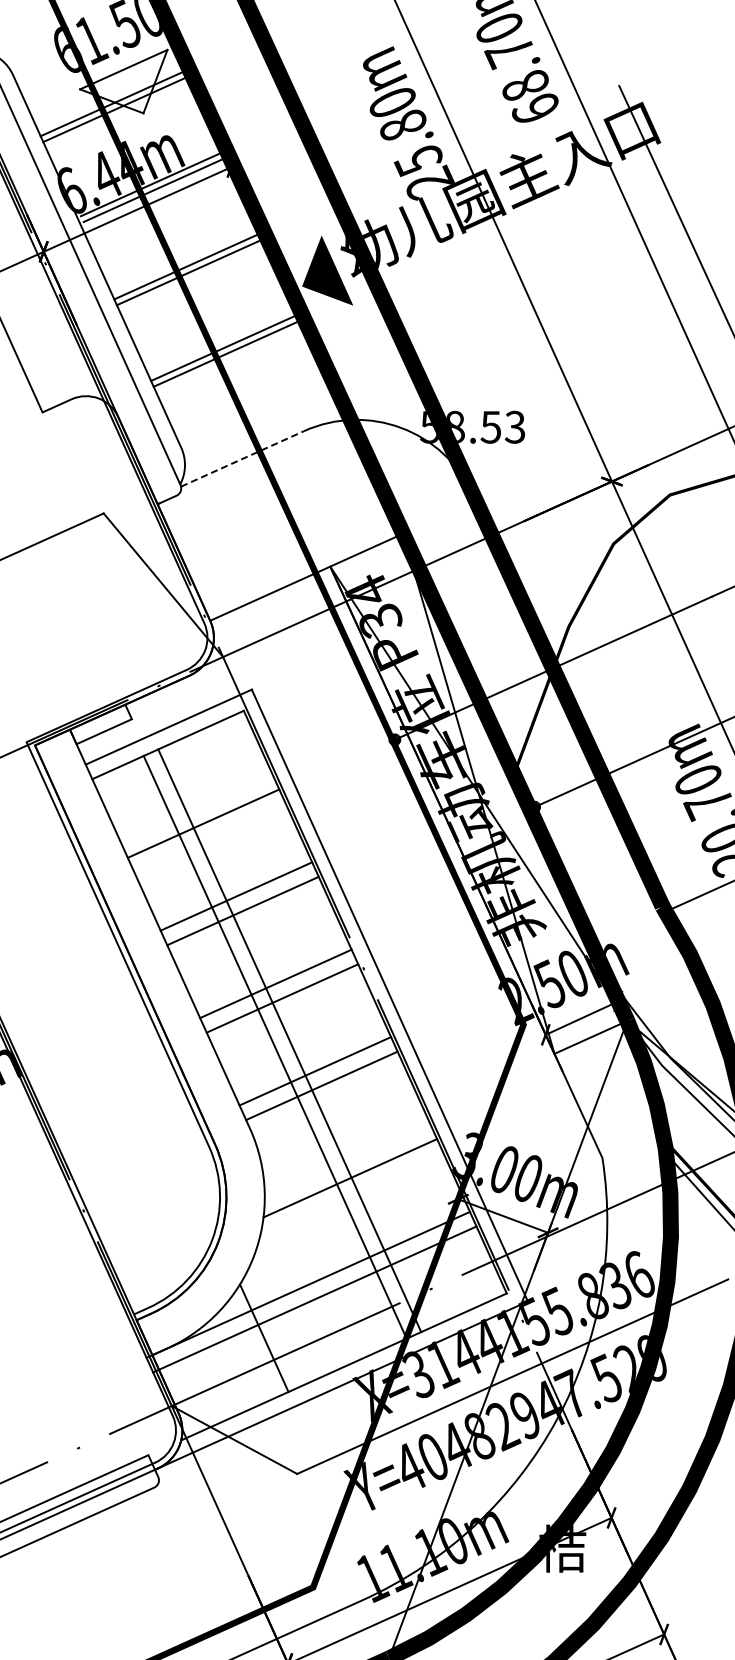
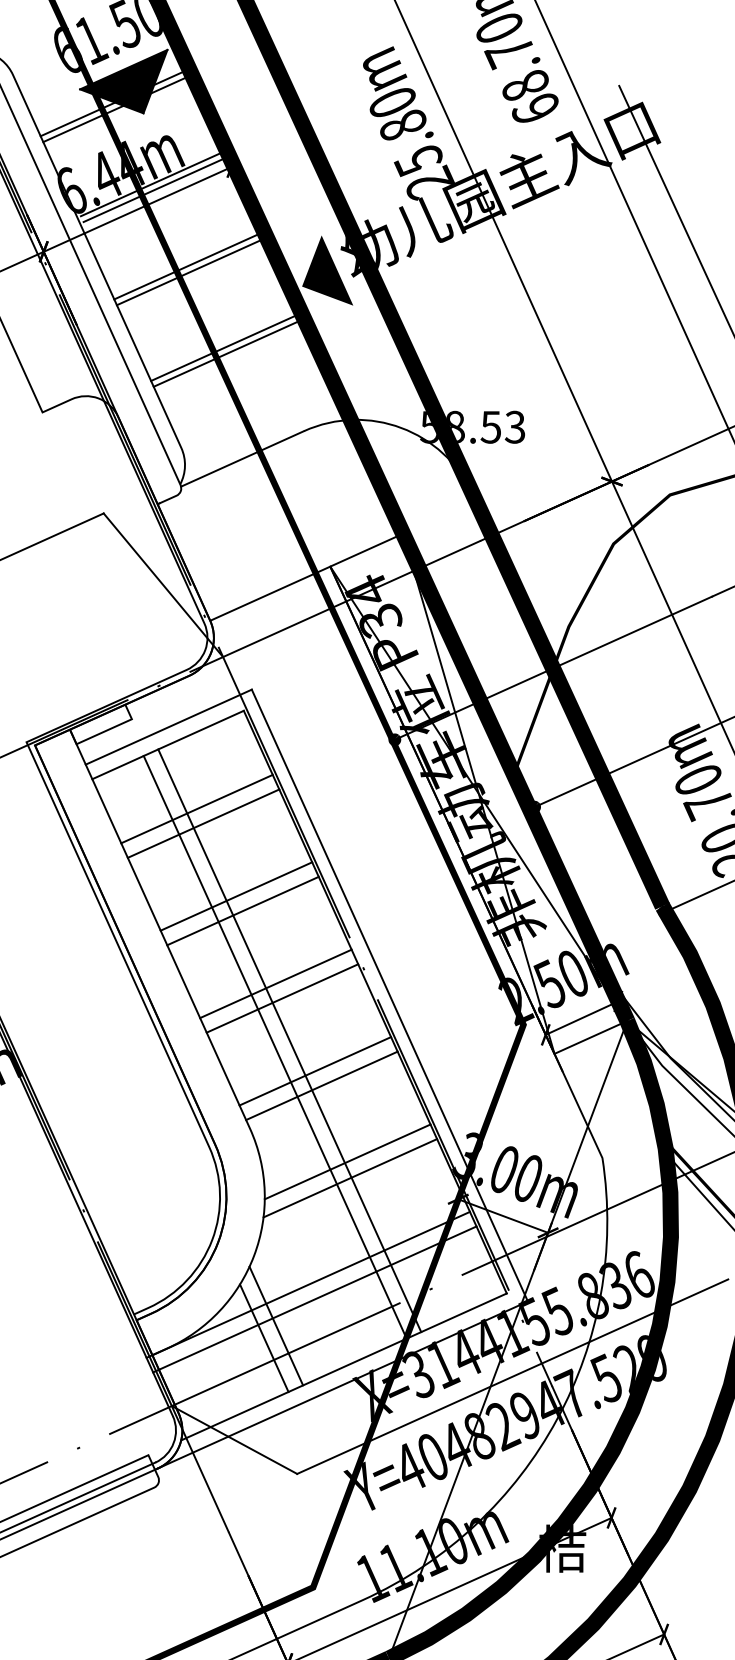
fill at (123, 81): none -> present
line at (242, 458): dashed -> solid
line at (196, 808): none -> present
line at (347, 1161): none -> present
line at (276, 1325): none -> present
